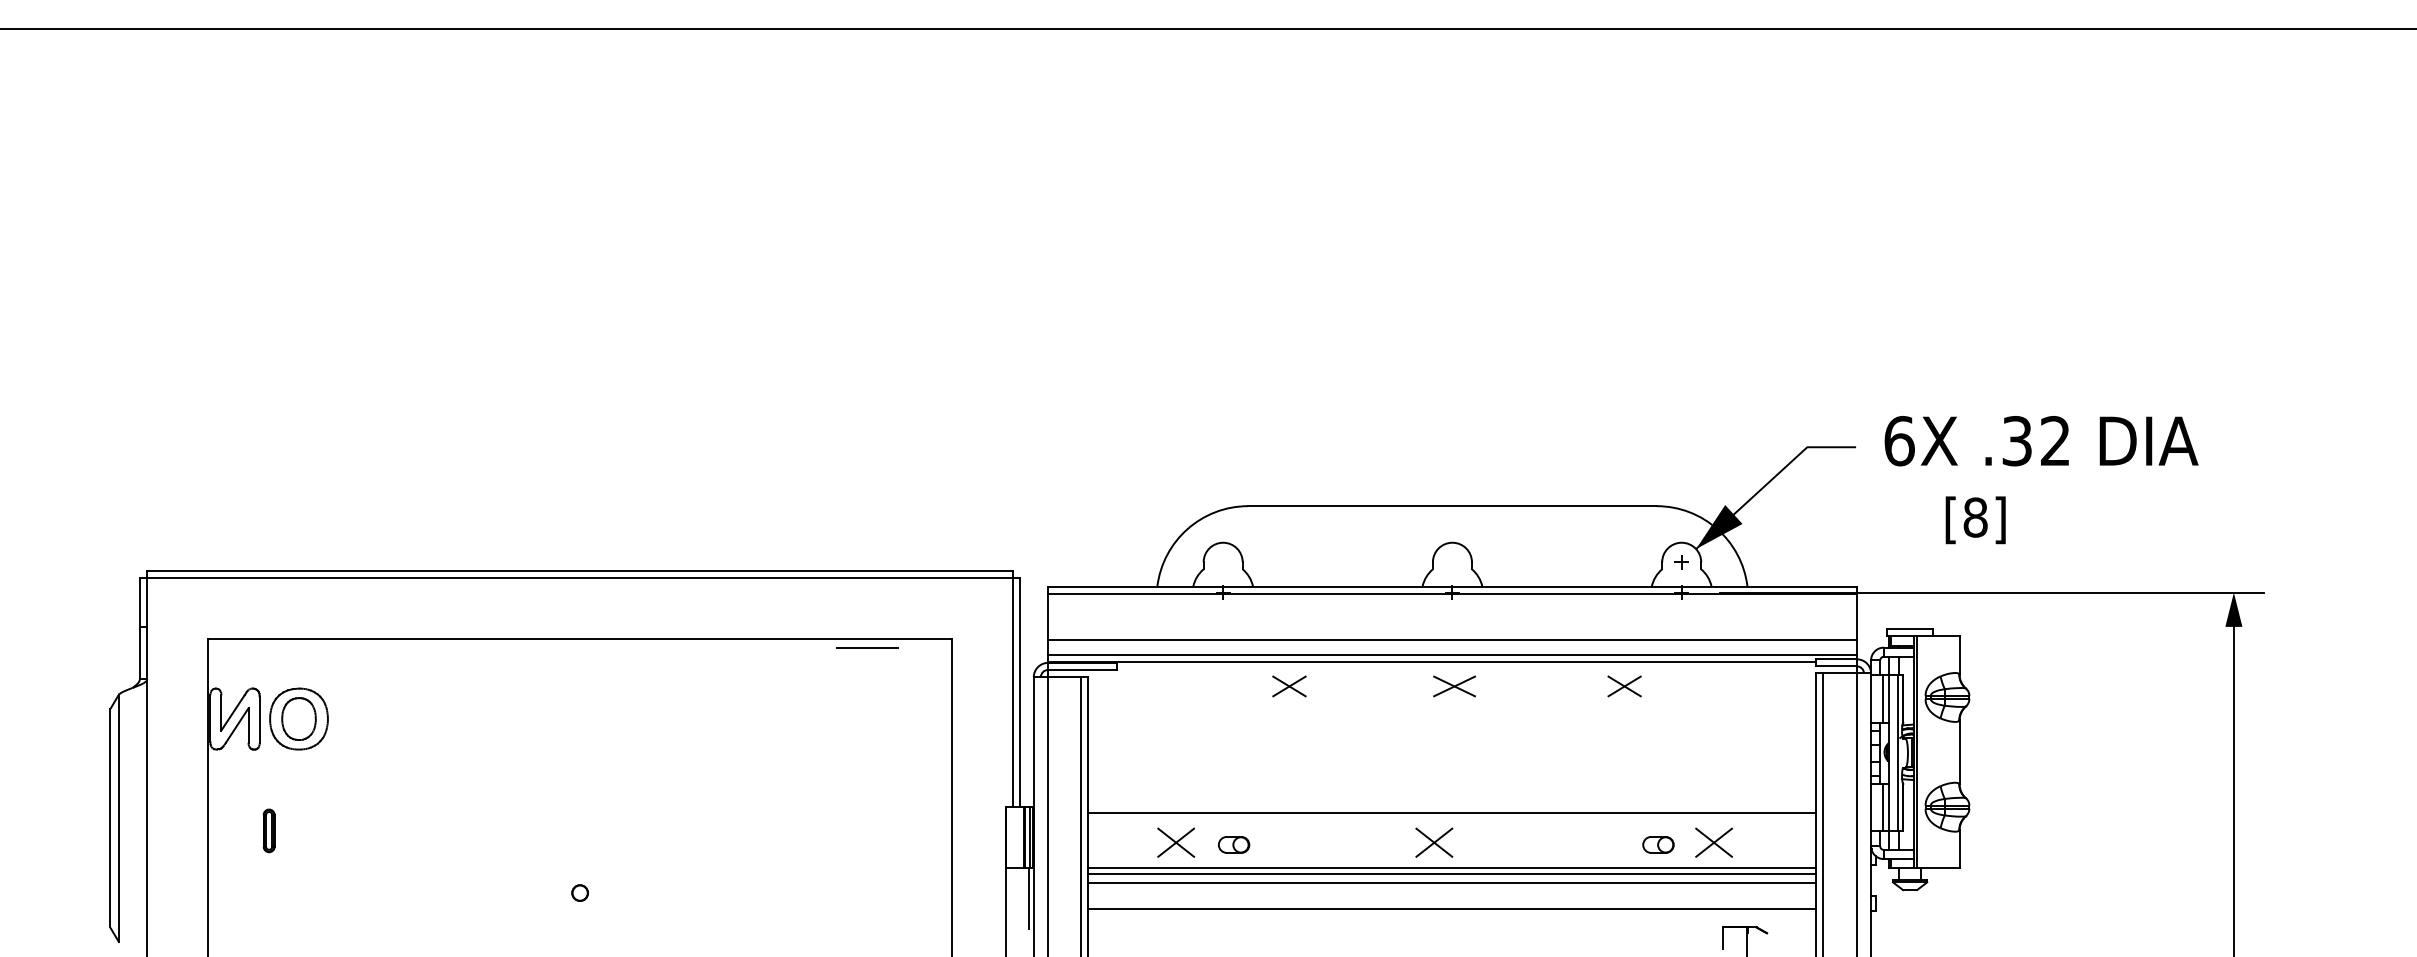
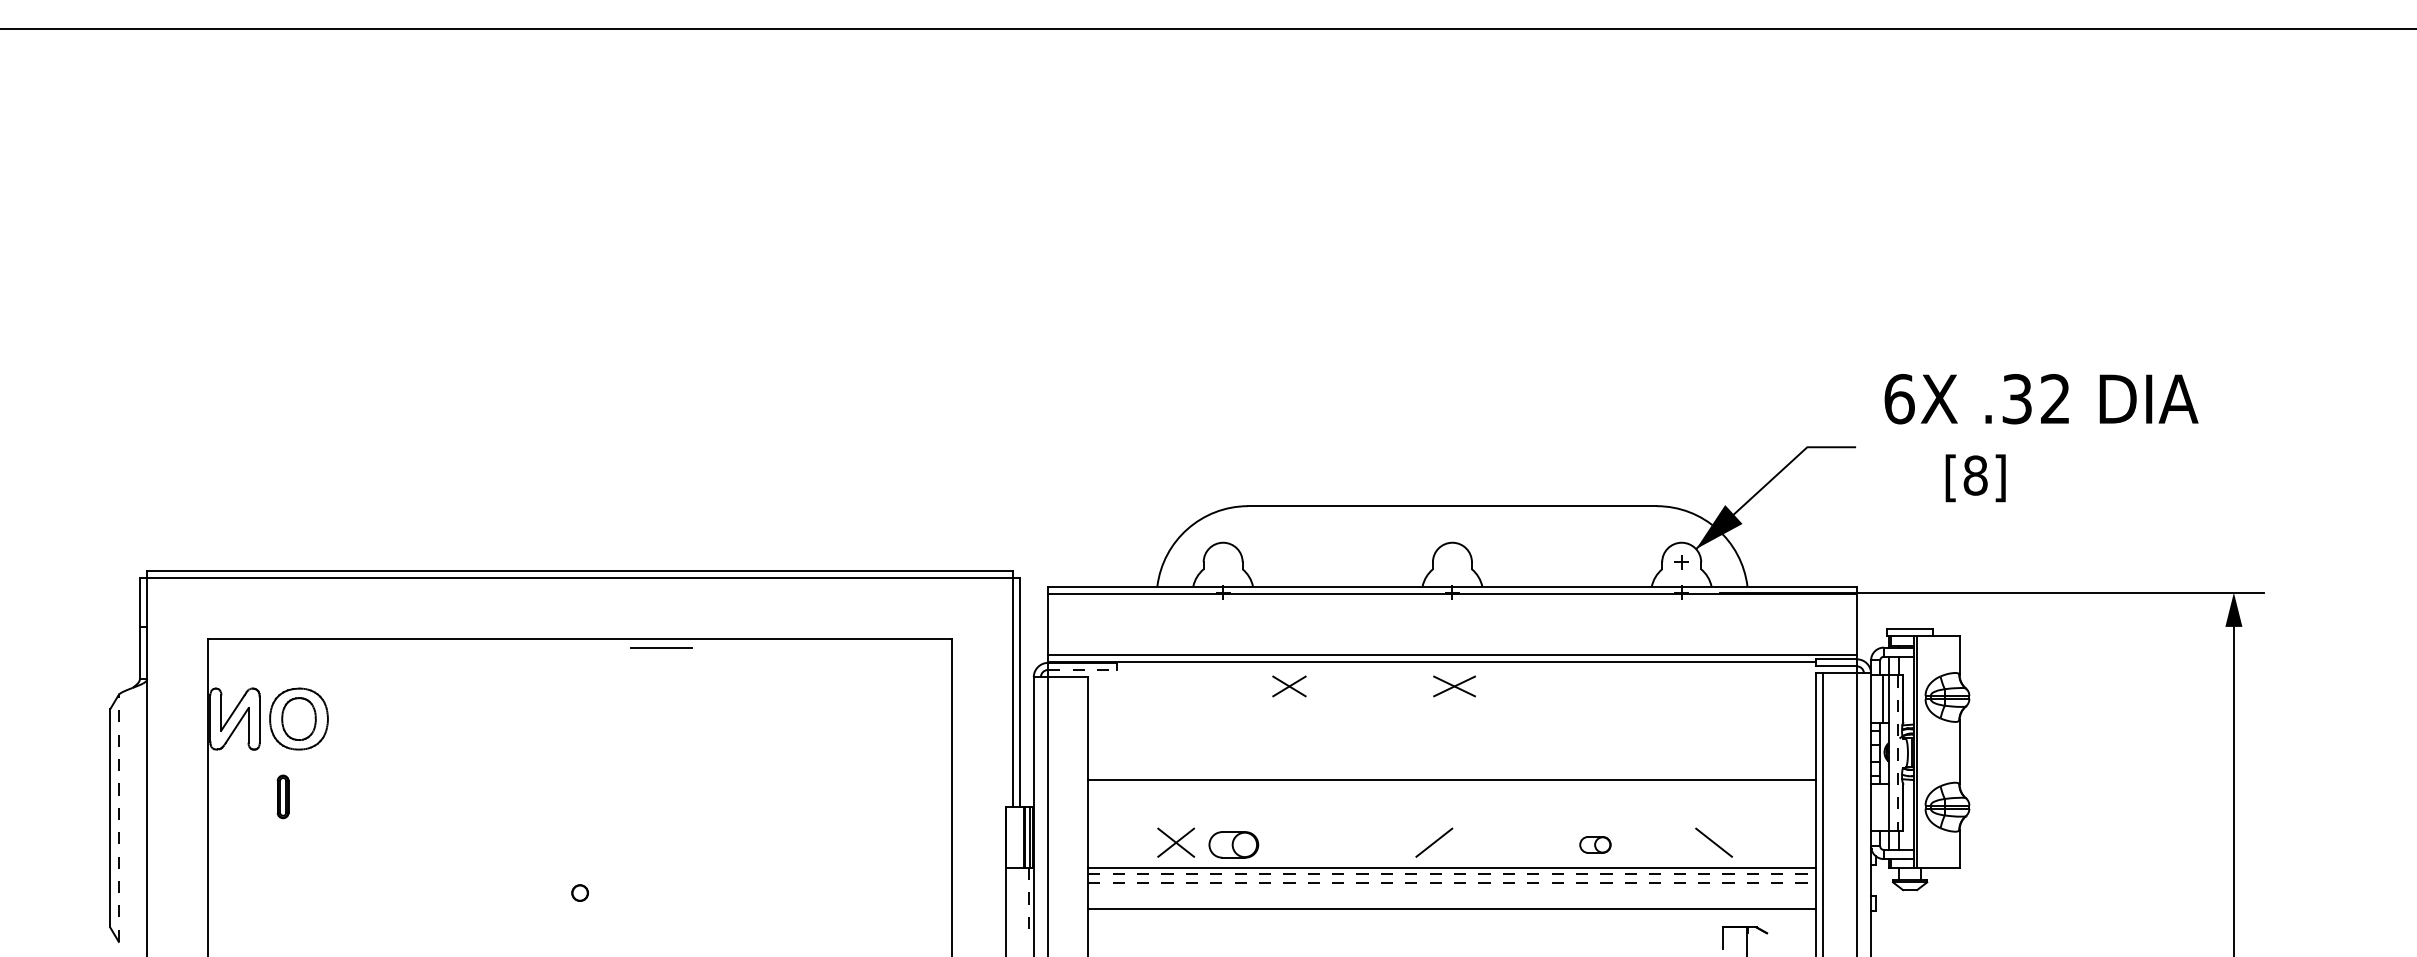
text at (2041, 480) position: (2041, 480) -> (2041, 438)
line at (1452, 640): present -> none
line at (867, 647) position: (867, 647) -> (661, 647)
line at (1082, 669): solid -> dashed
part at (1624, 686): present -> none
line at (1897, 753): solid -> dashed
line at (1883, 807): present -> none
line at (1452, 813) position: (1452, 813) -> (1452, 780)
line at (1081, 815): present -> none
line at (118, 818): solid -> dashed
part at (268, 830) position: (268, 830) -> (282, 796)
line at (1434, 842): present -> none
line at (1713, 842): present -> none
part at (1234, 844) size: 33x18 px -> 52x28 px
part at (1658, 844) position: (1658, 844) -> (1595, 844)
line at (1452, 874): solid -> dashed
line at (1452, 882): solid -> dashed
line at (1028, 899): solid -> dashed
